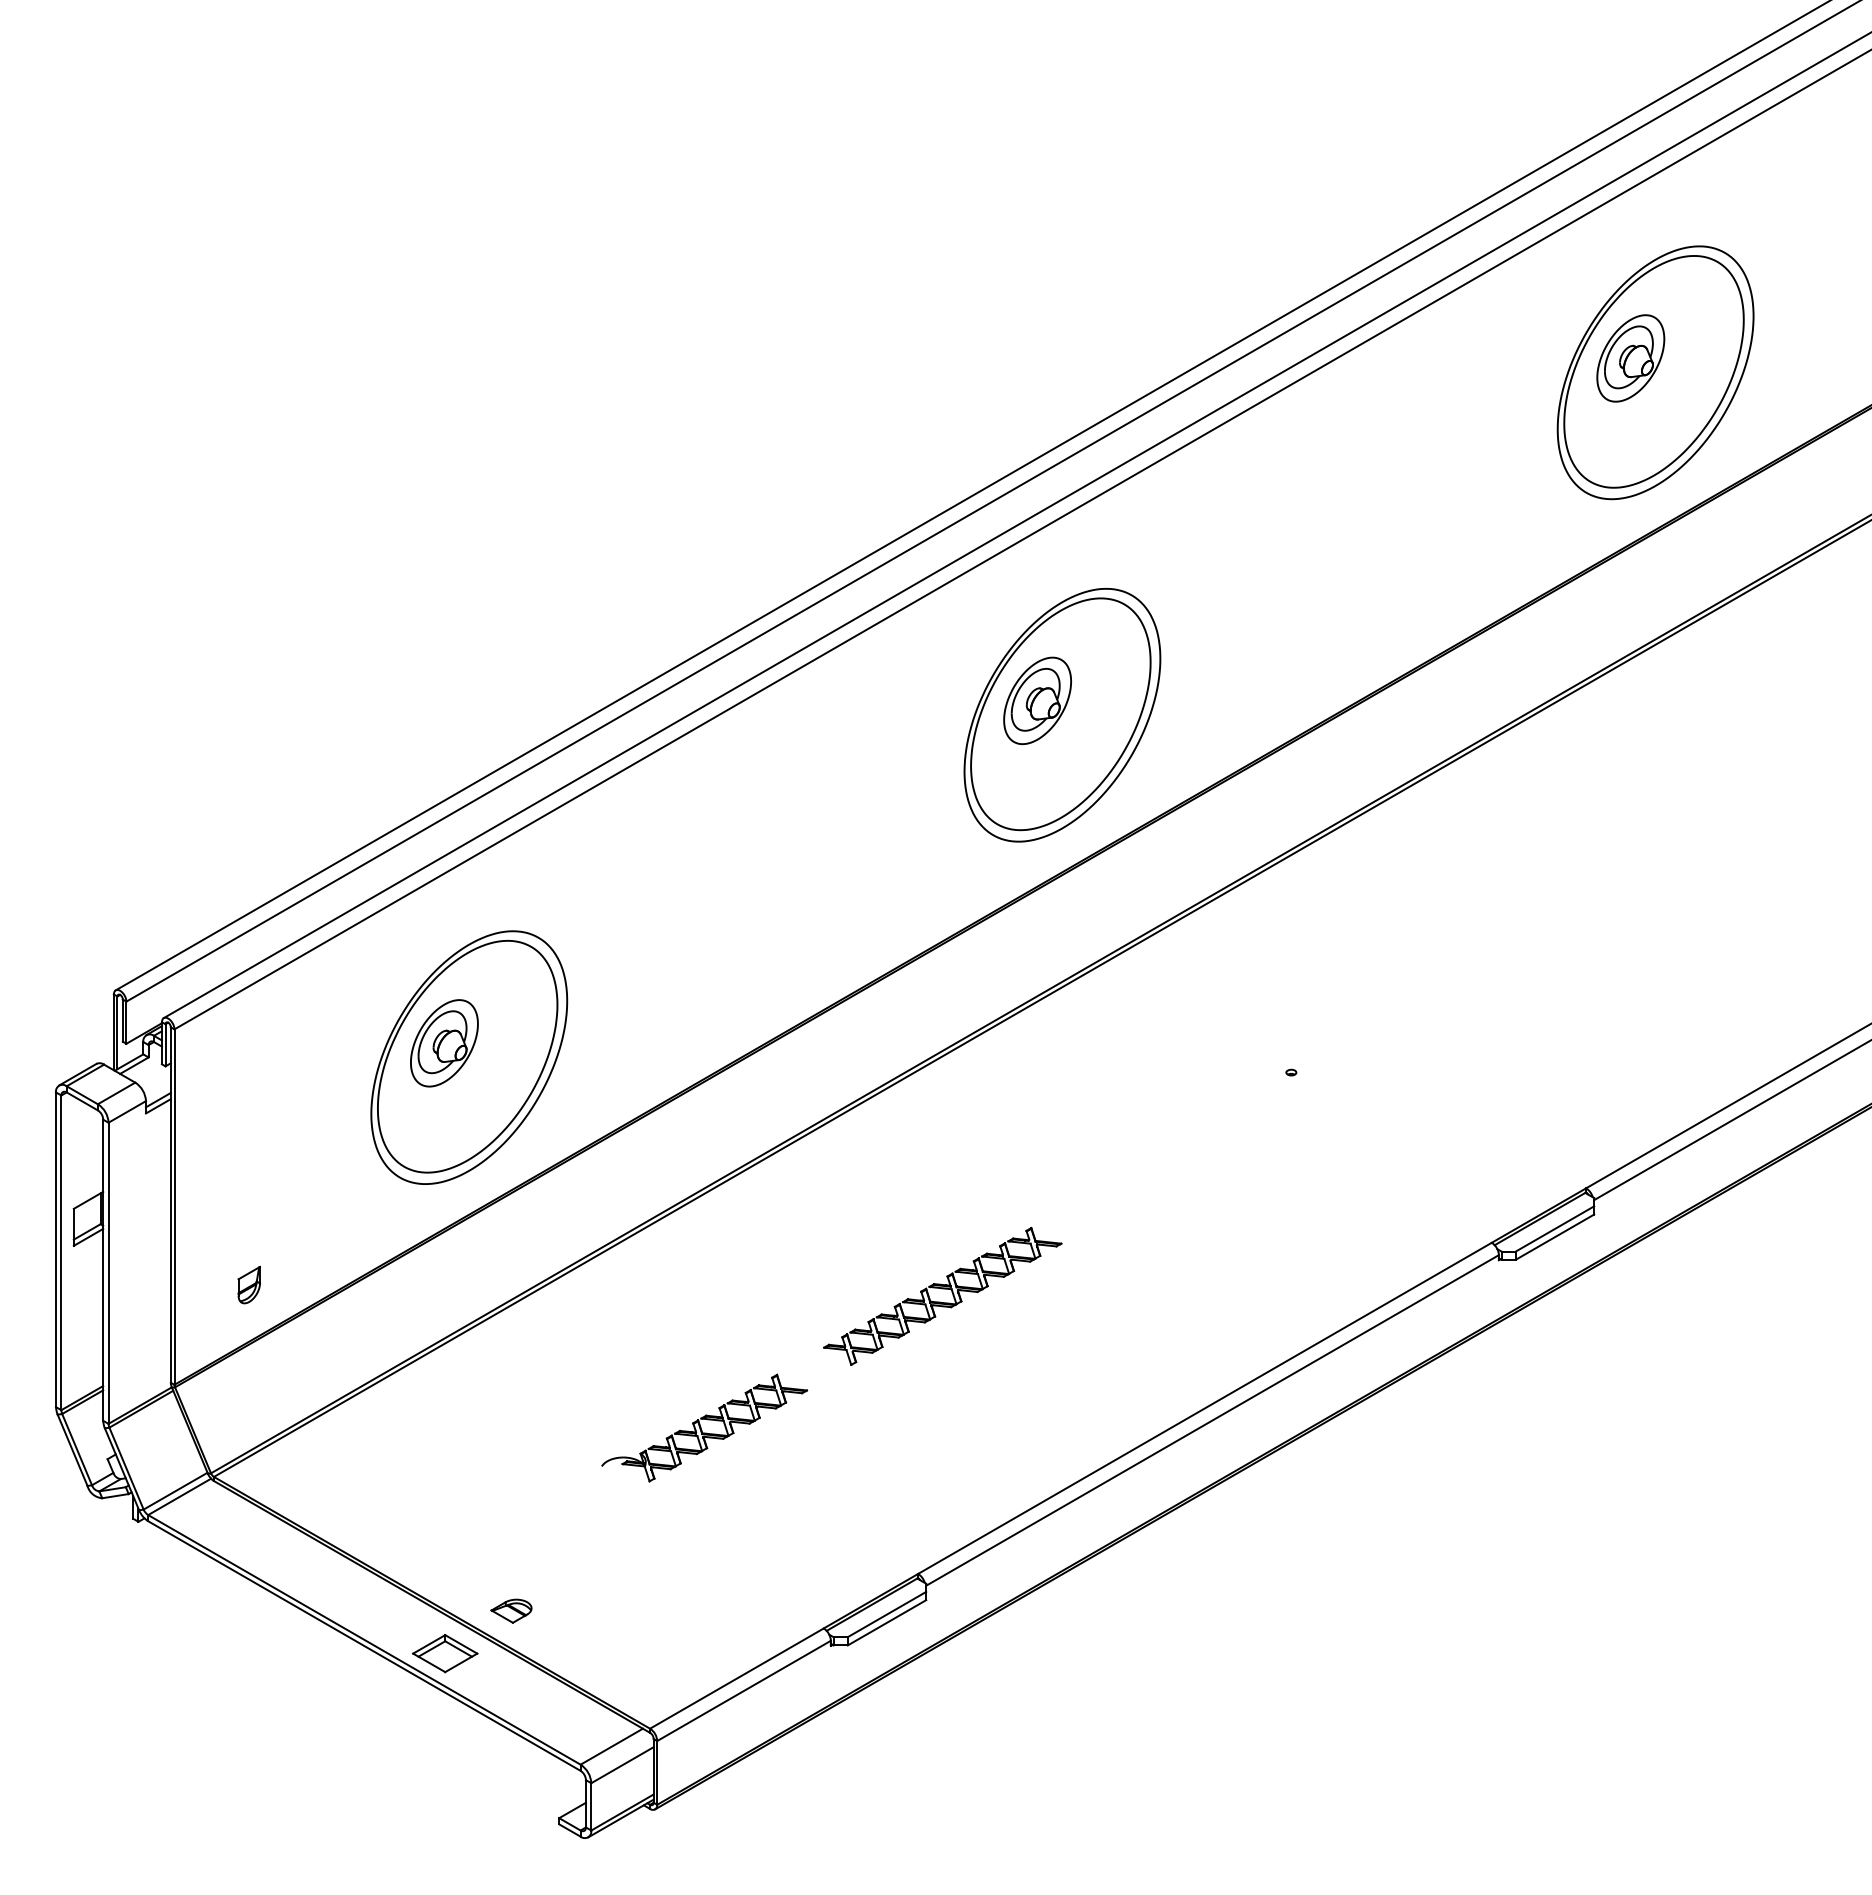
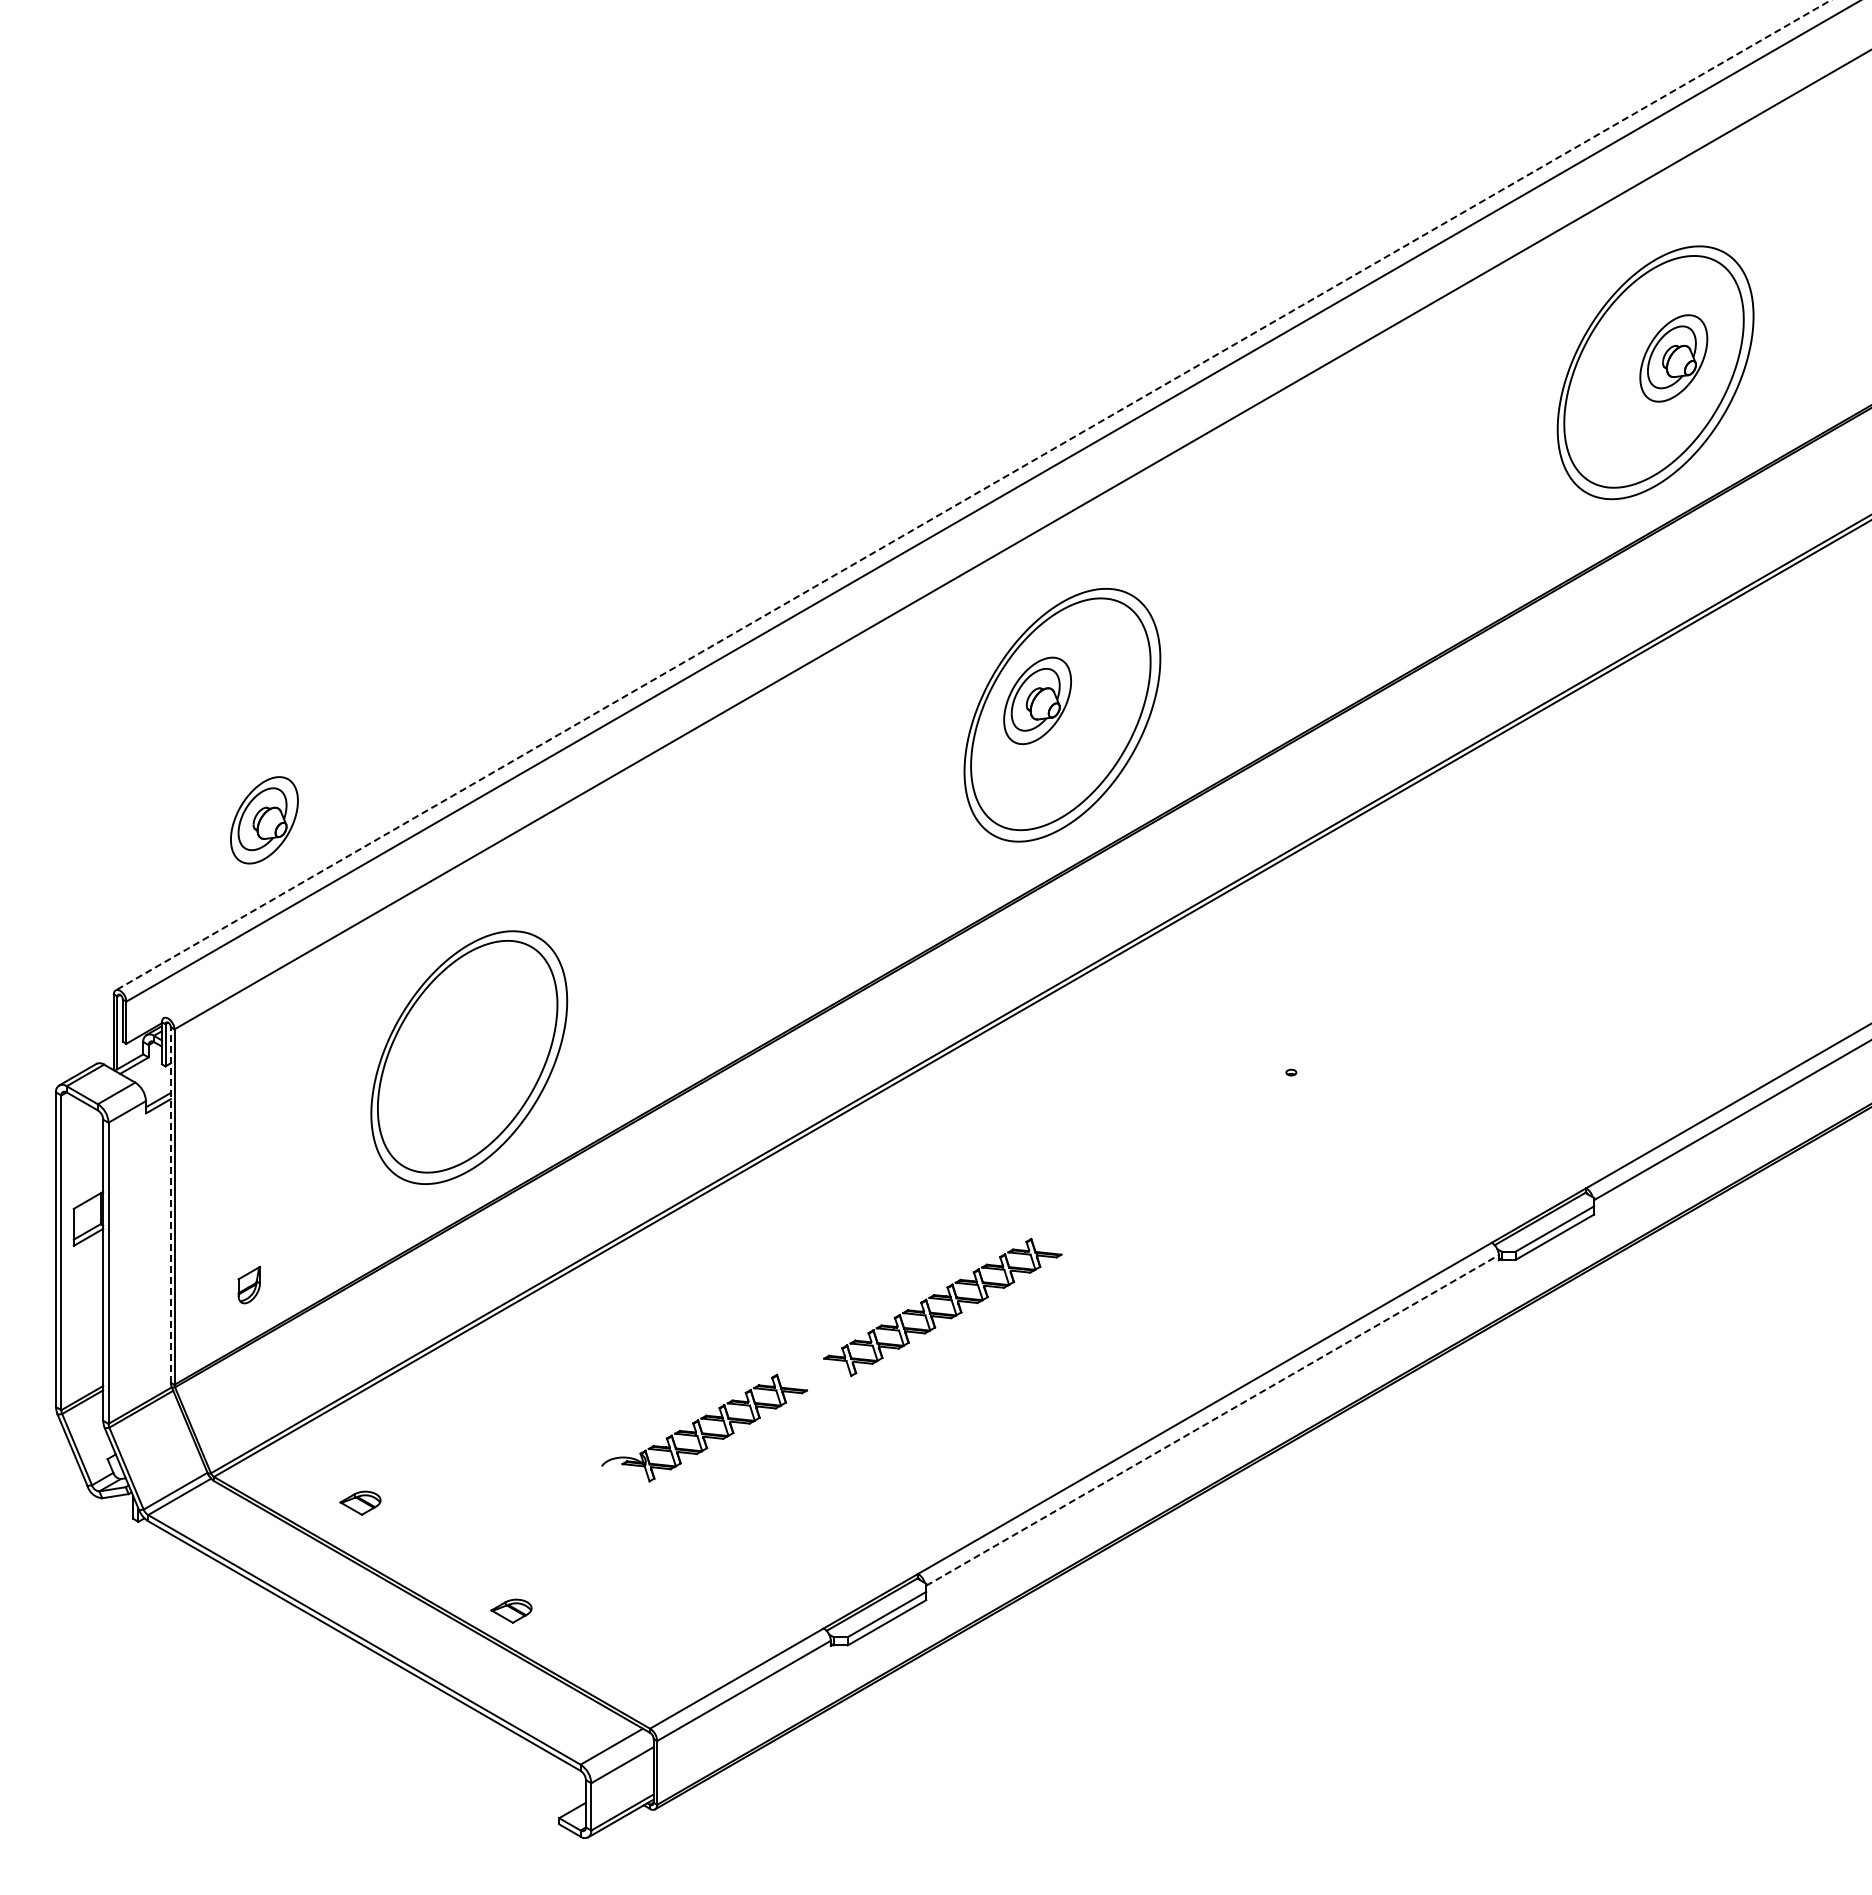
part at (1630, 358) position: (1630, 358) -> (1673, 358)
line at (973, 495): solid -> dashed
line at (1015, 526): present -> none
part at (444, 1043) position: (444, 1043) -> (264, 820)
line at (170, 1205): solid -> dashed
part at (942, 1295) position: (942, 1295) -> (942, 1306)
line at (1212, 1420): solid -> dashed
part at (360, 1502): none -> present
part at (445, 1653): present -> none
